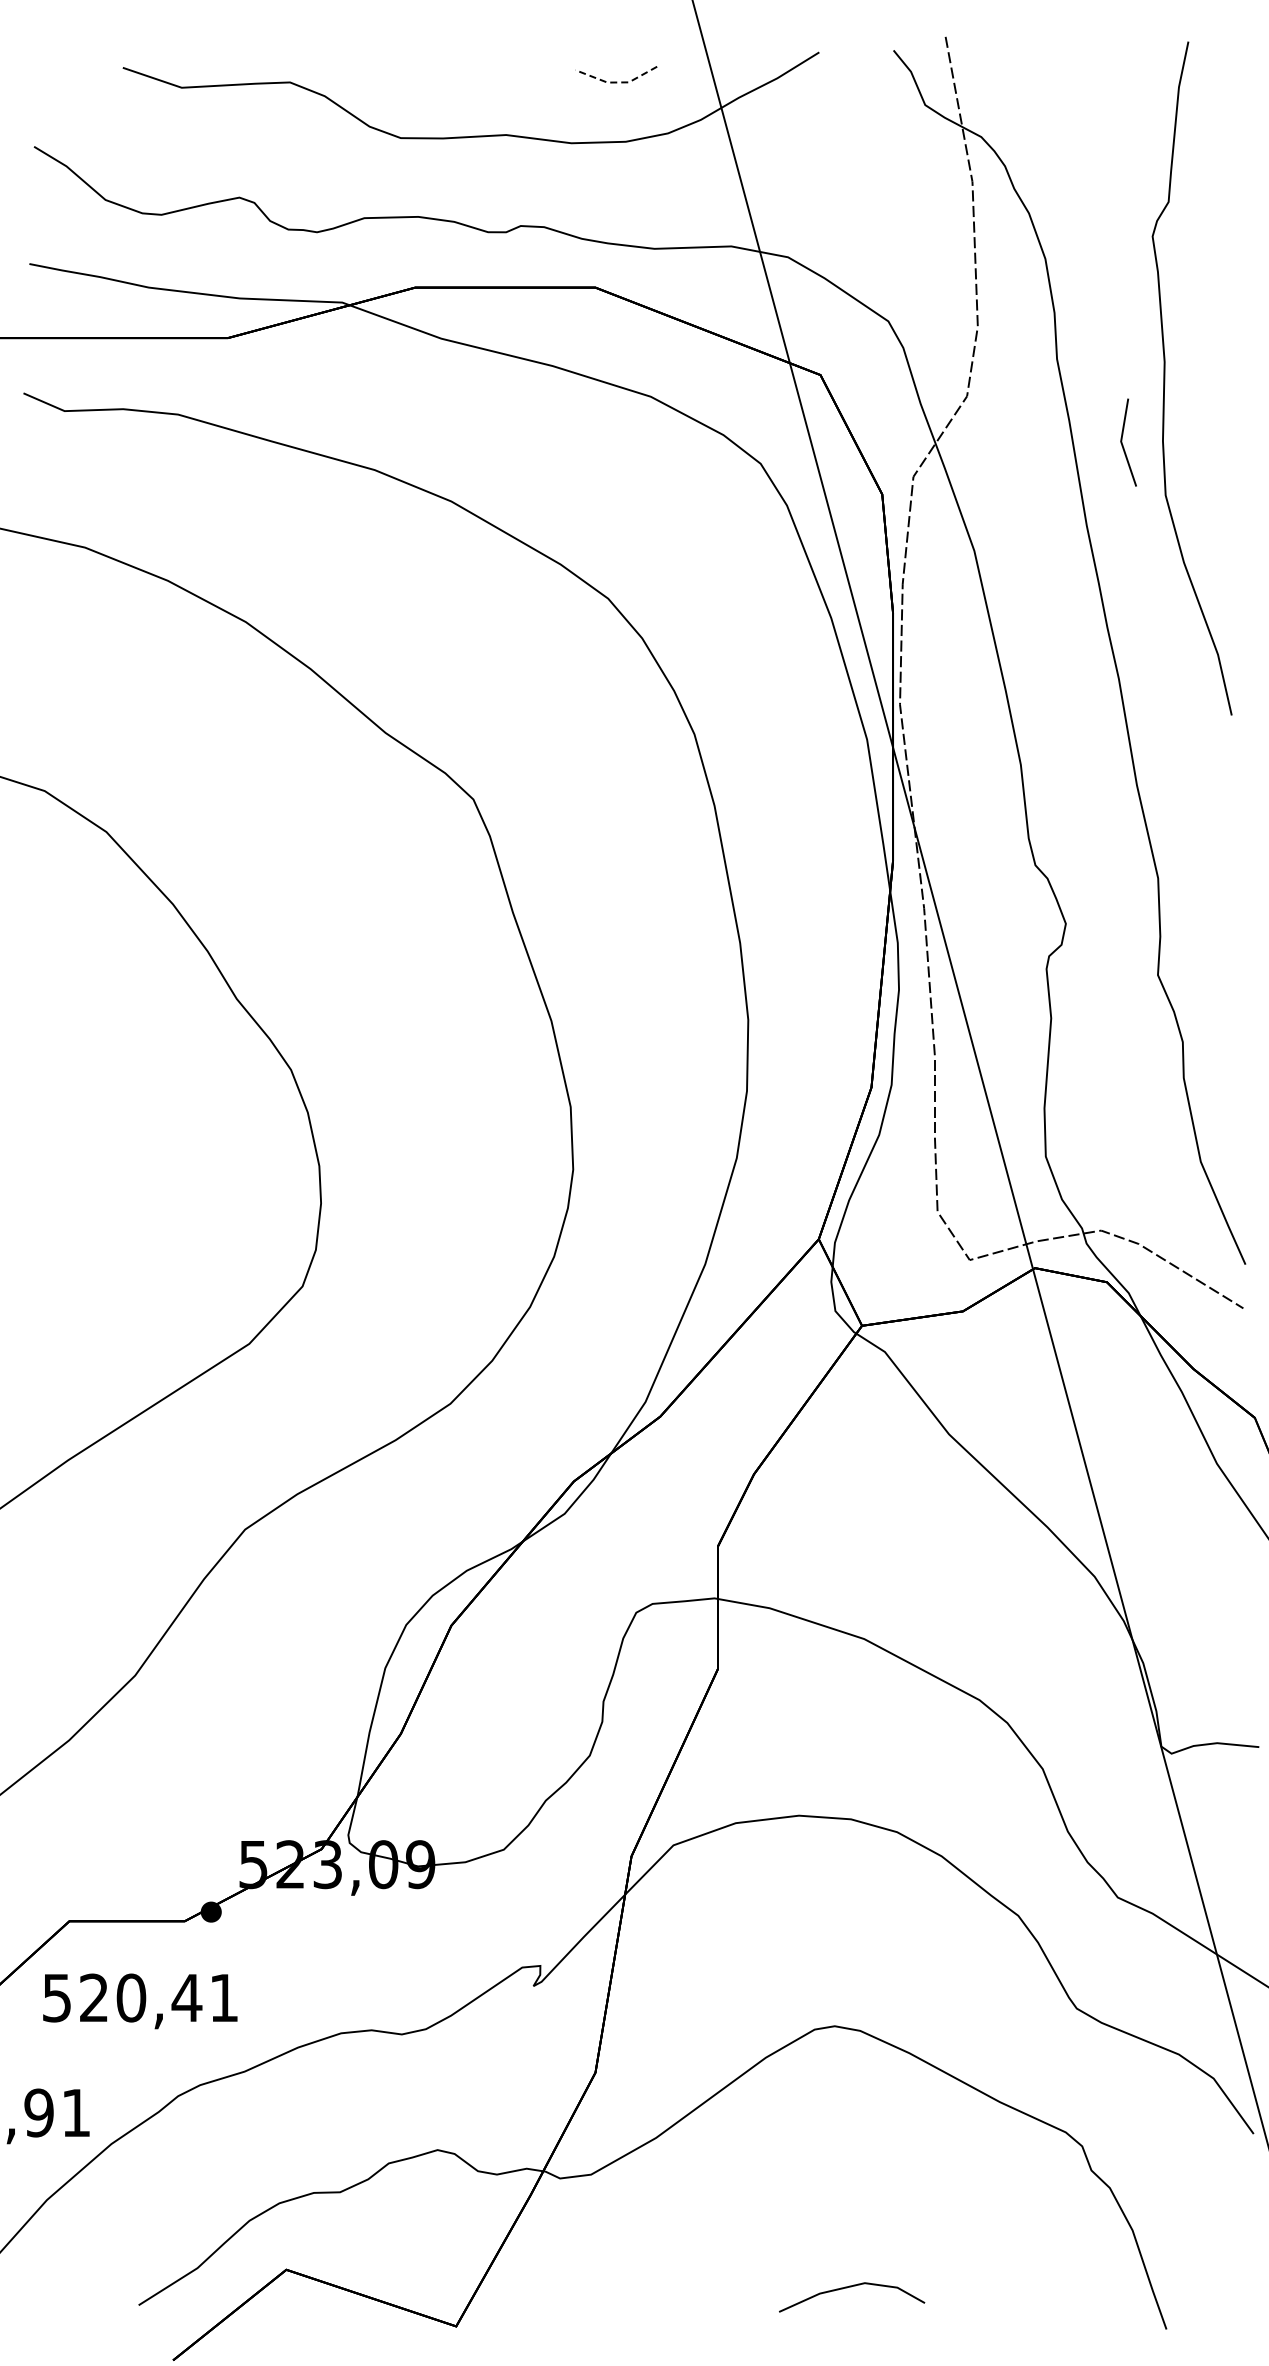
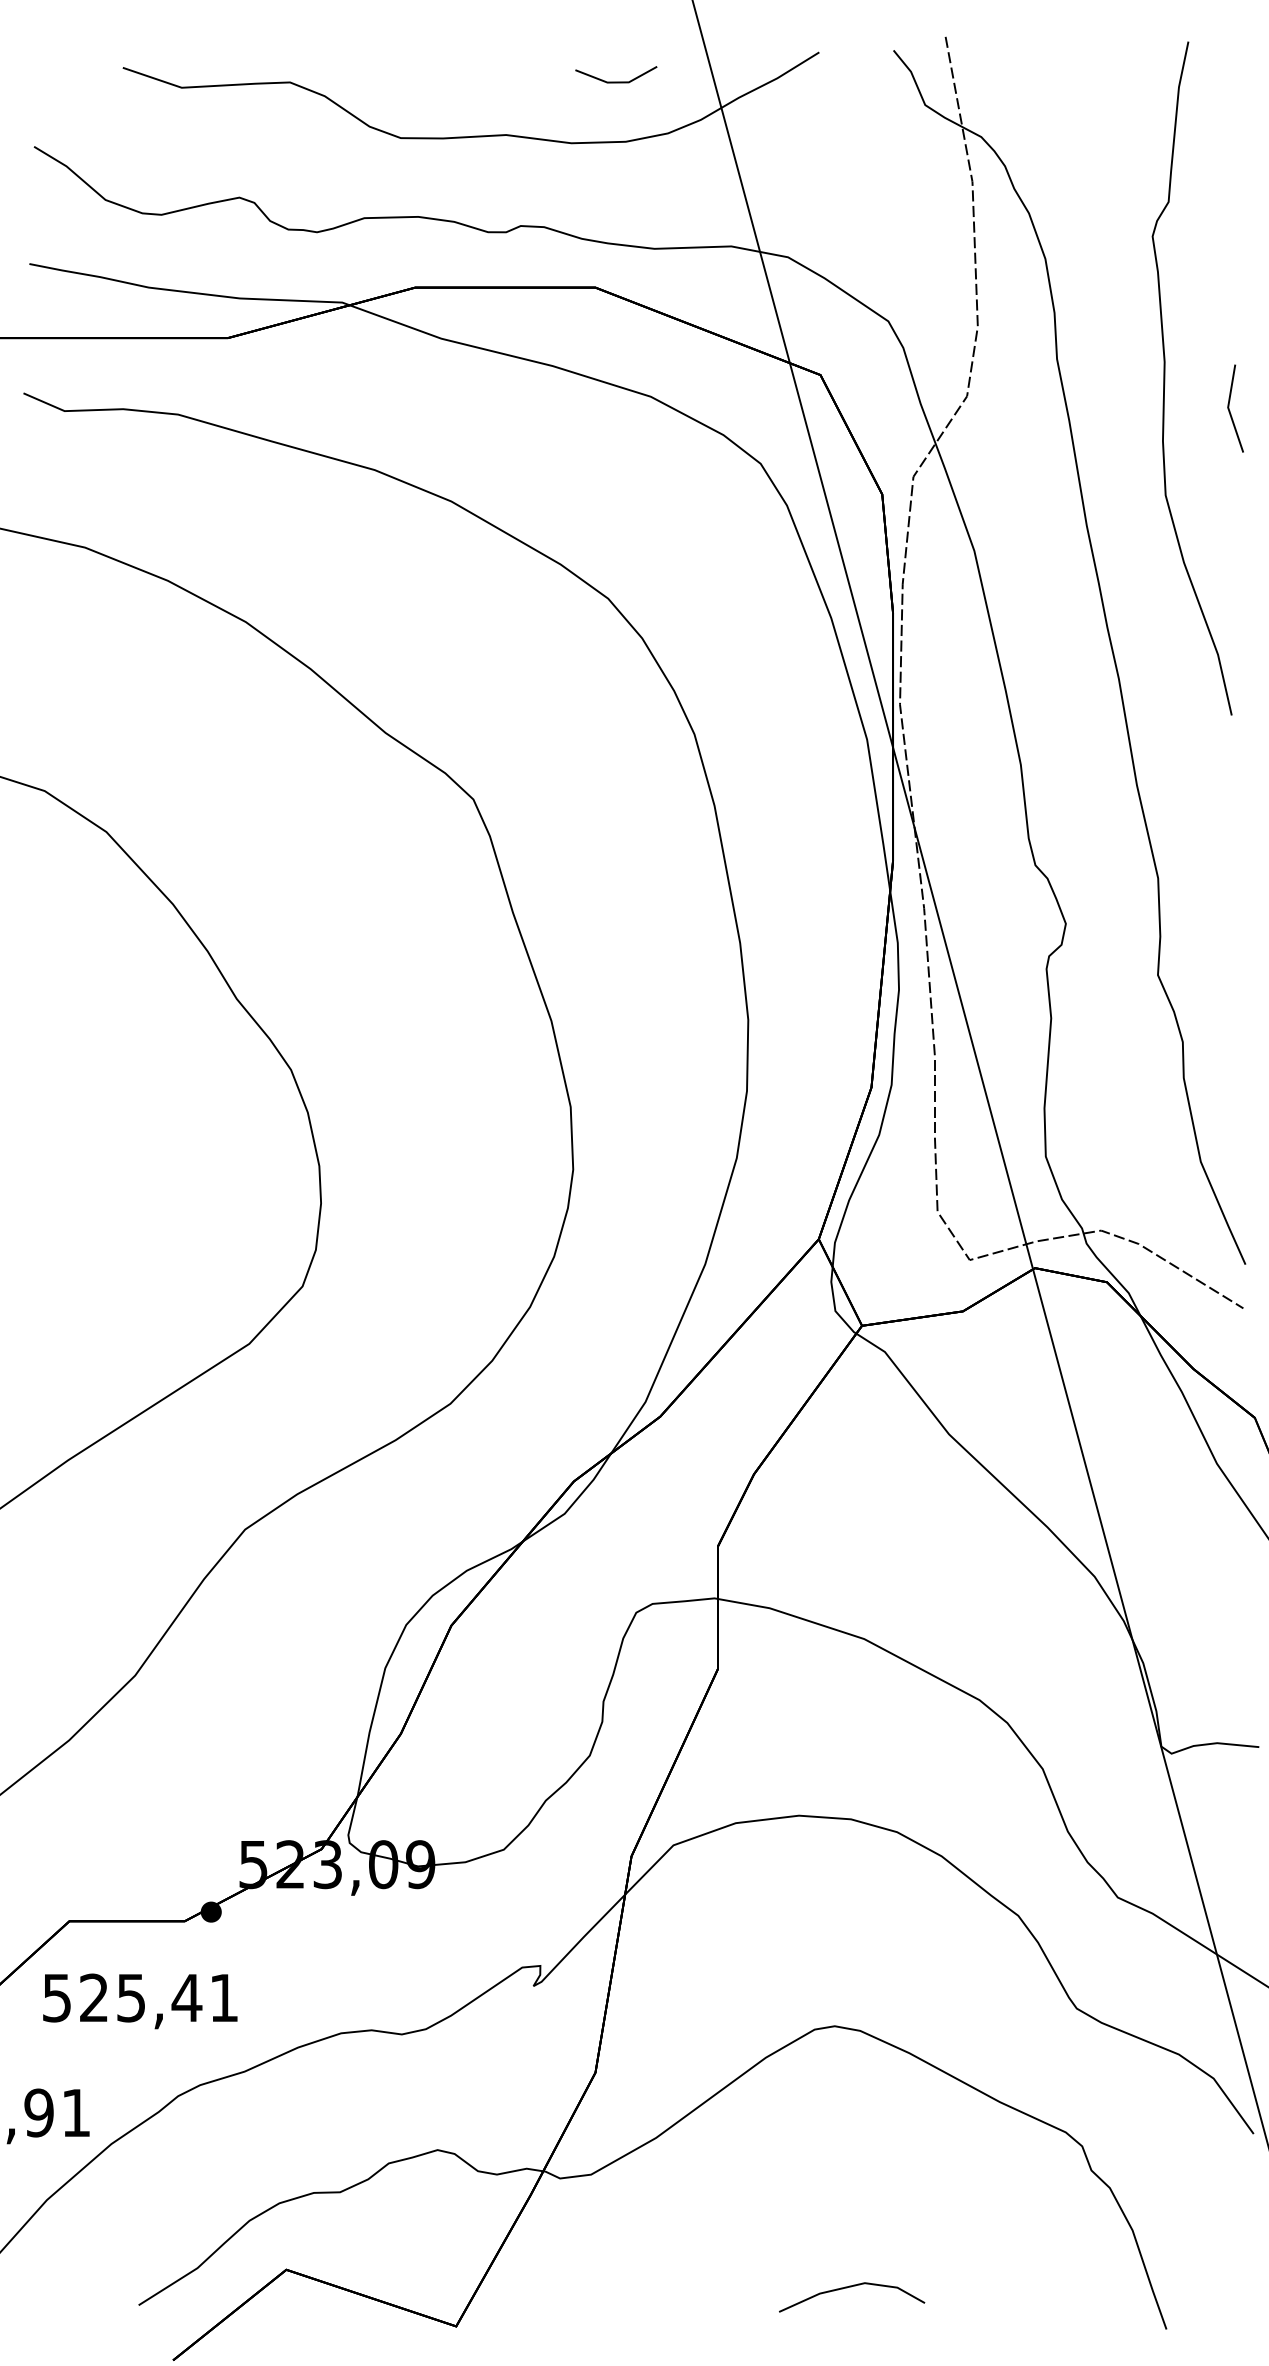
line at (617, 82): dashed -> solid
line at (1123, 444) position: (1123, 444) -> (1230, 410)
text at (131, 1997): 520,41 -> 525,41
